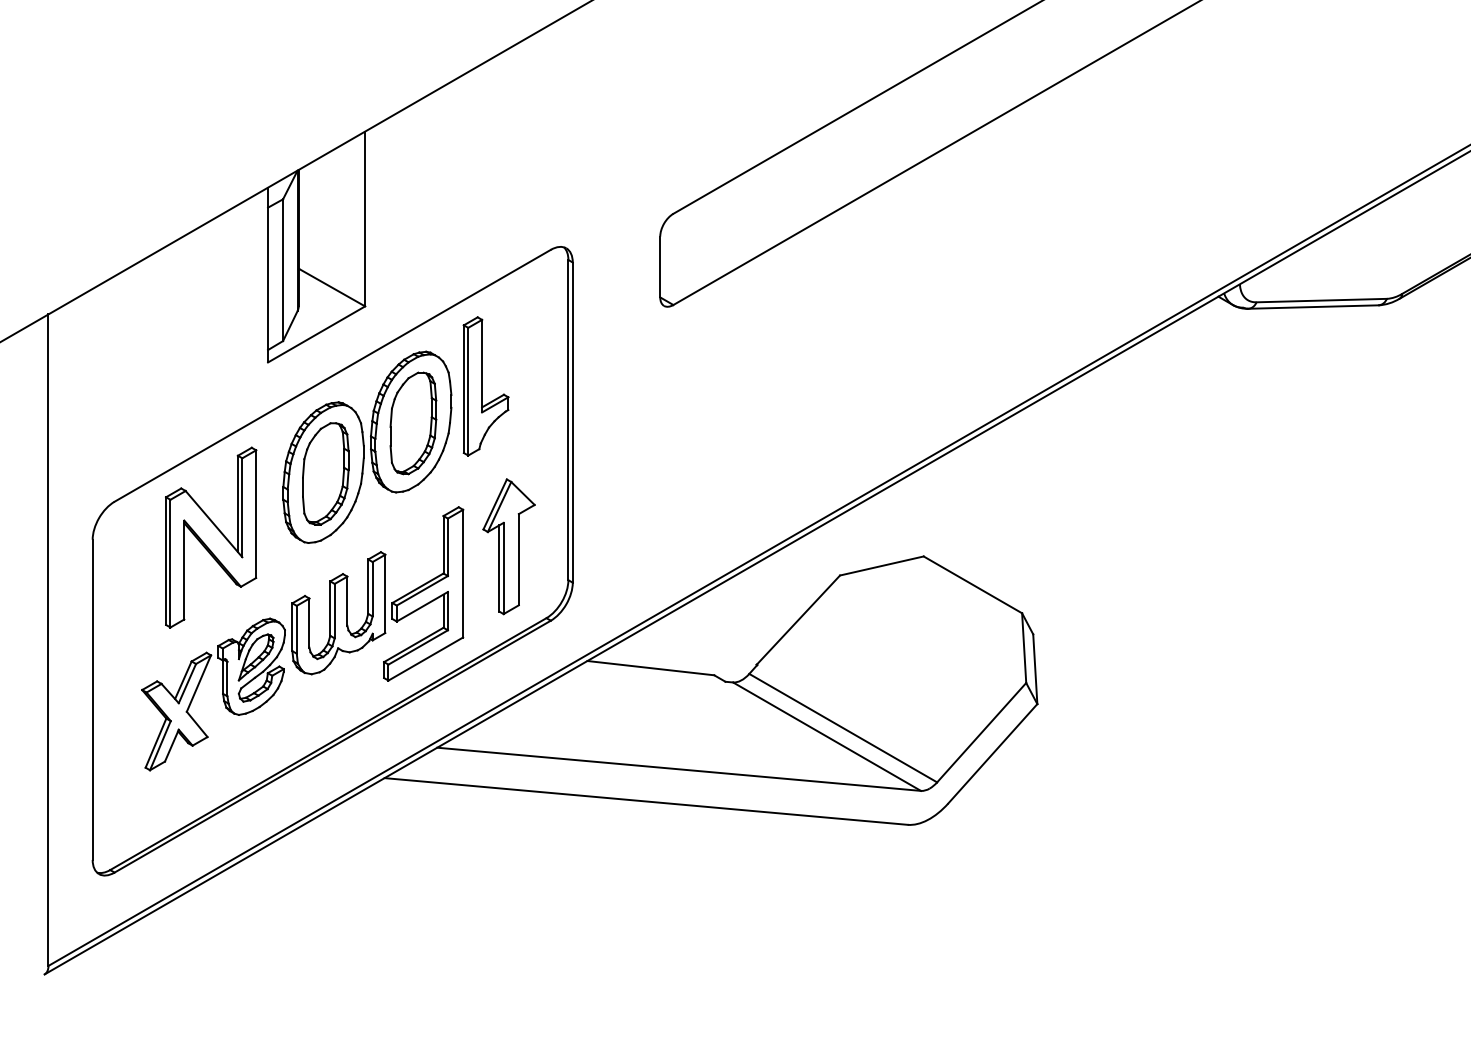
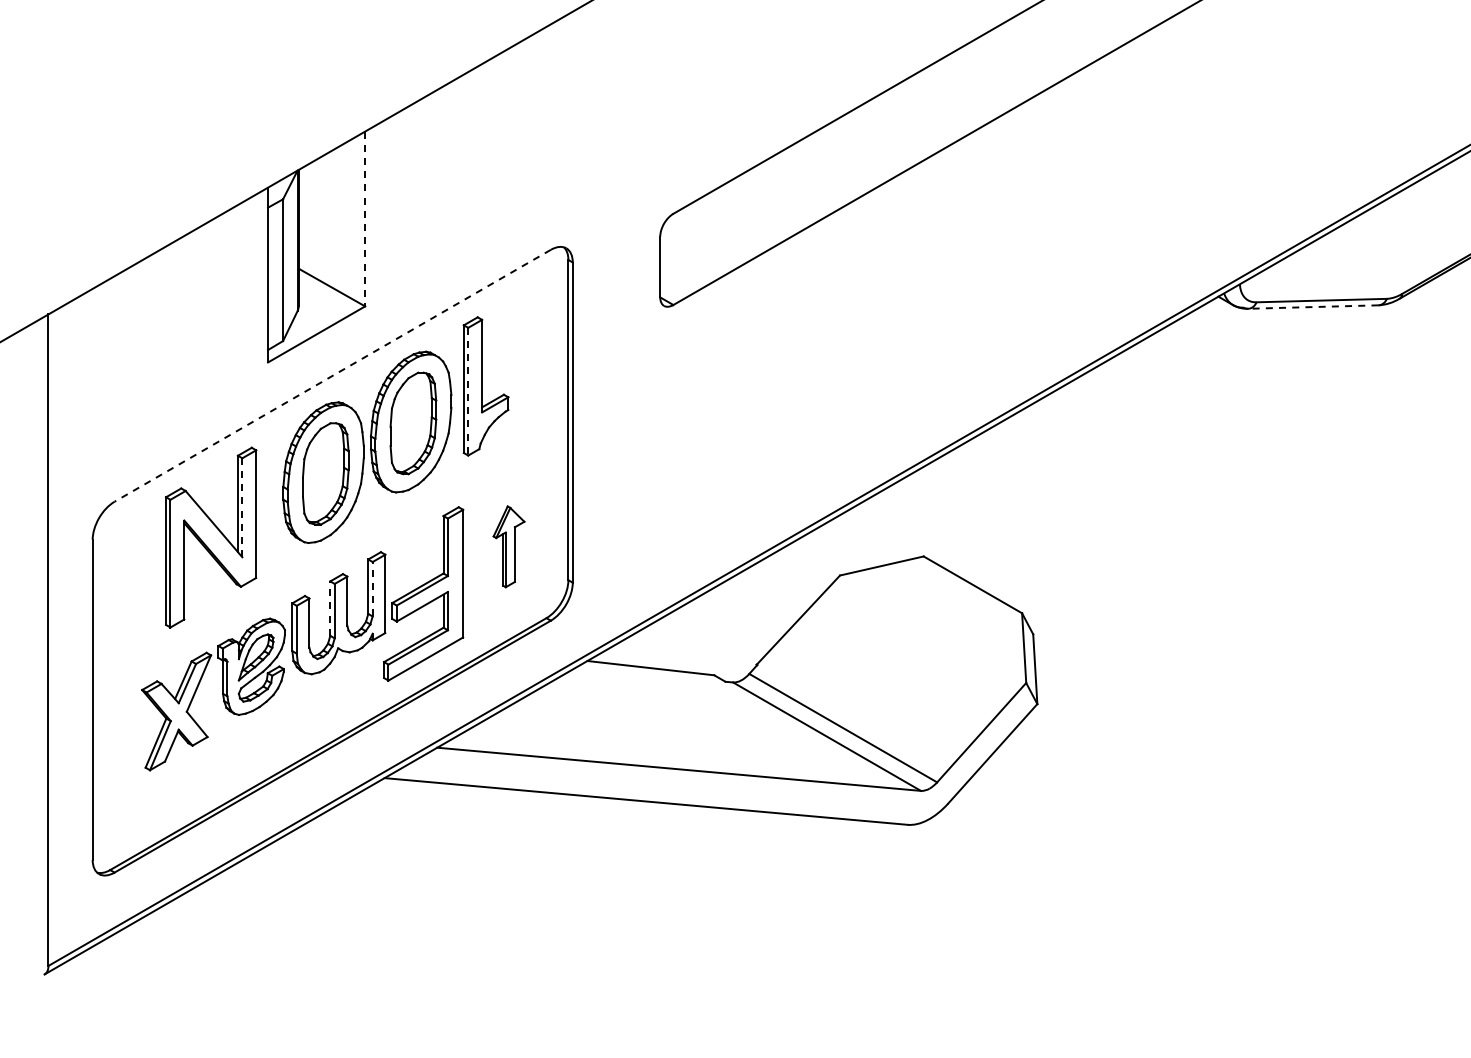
line at (365, 219): solid -> dashed
line at (1312, 307): solid -> dashed
line at (332, 375): solid -> dashed
line at (468, 391): solid -> dashed
line at (242, 507): solid -> dashed
part at (508, 546) size: 54x138 px -> 34x84 px
line at (372, 588): solid -> dashed
line at (330, 608): solid -> dashed
